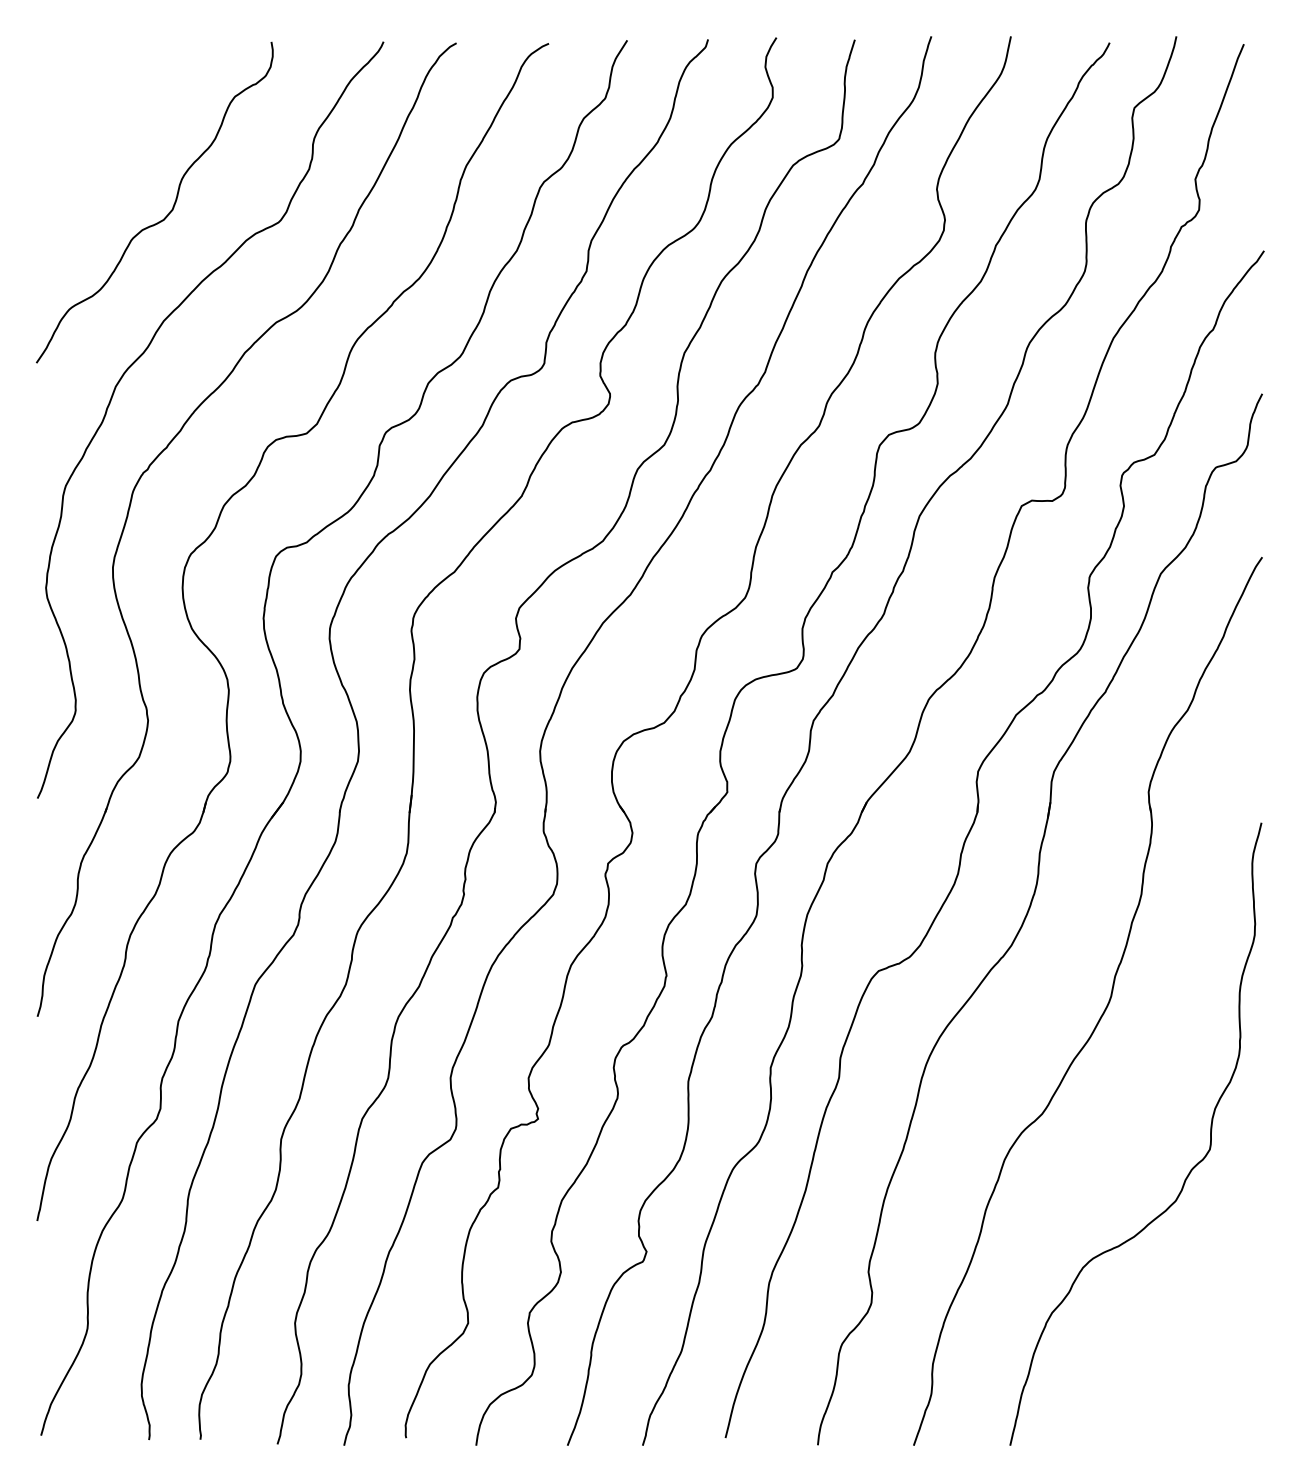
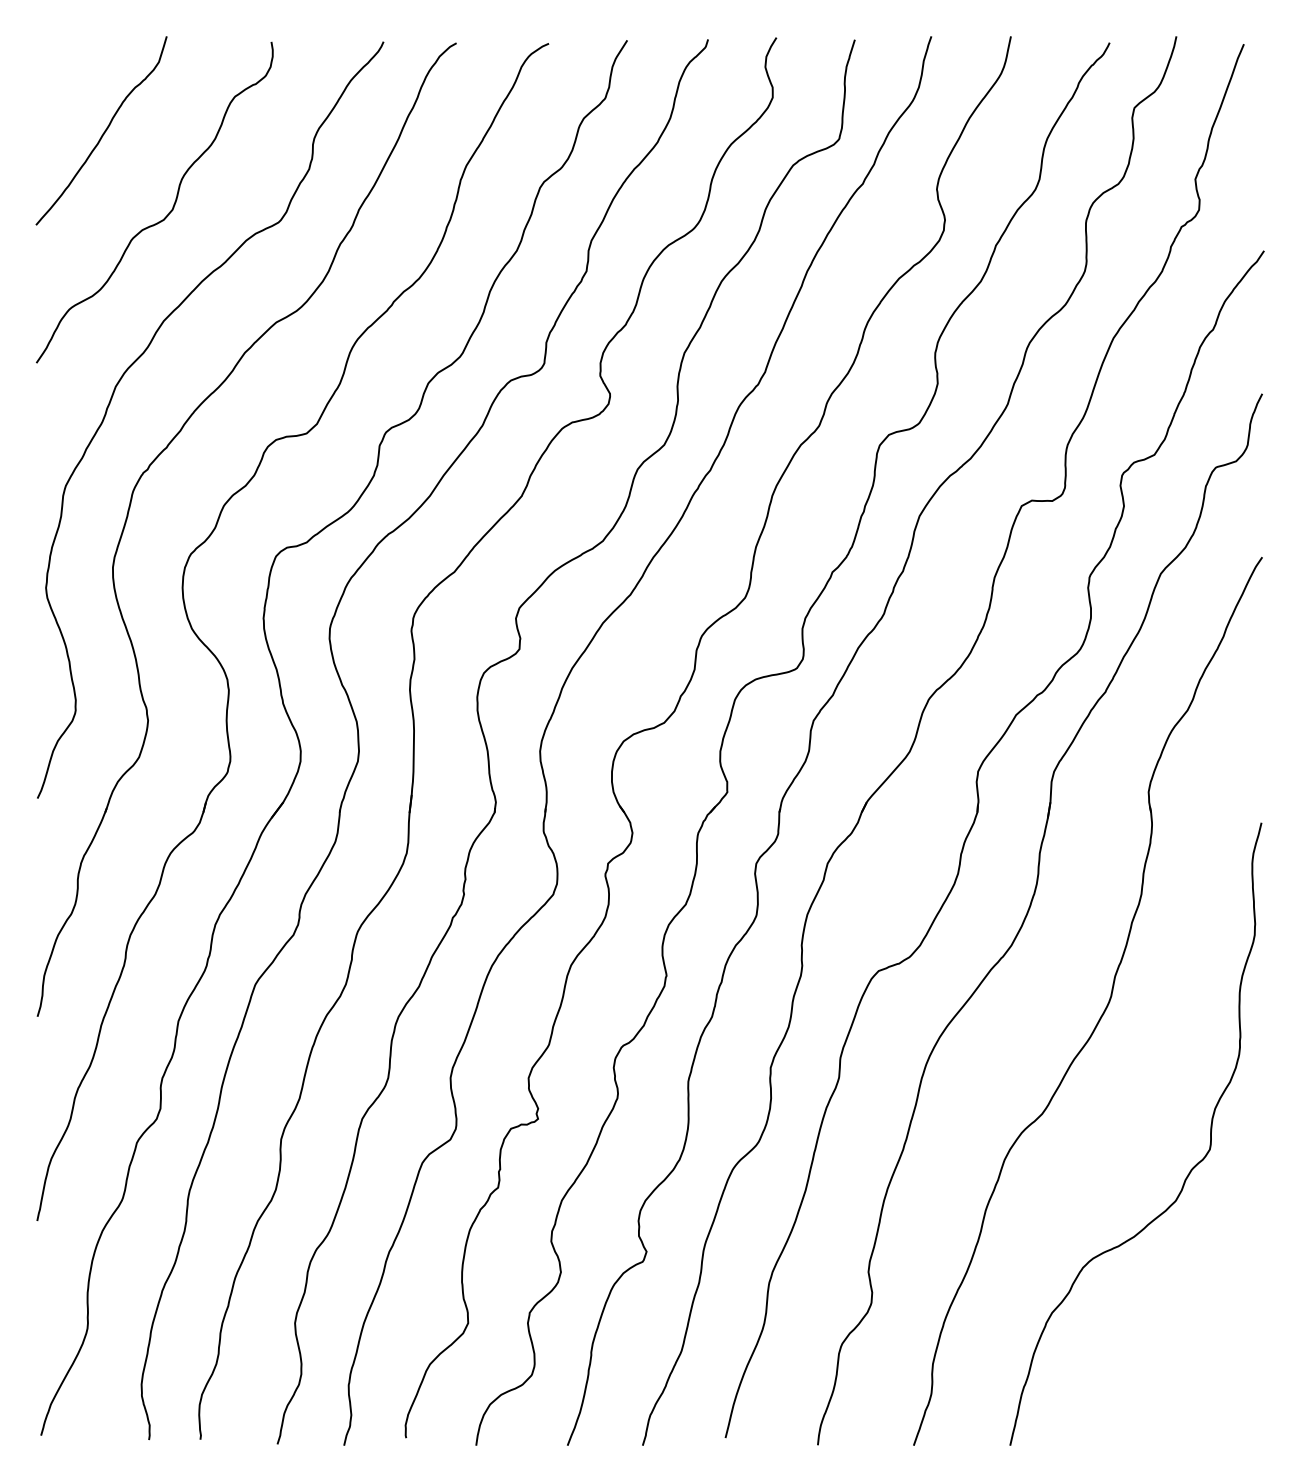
curve at (103, 132): none -> present
